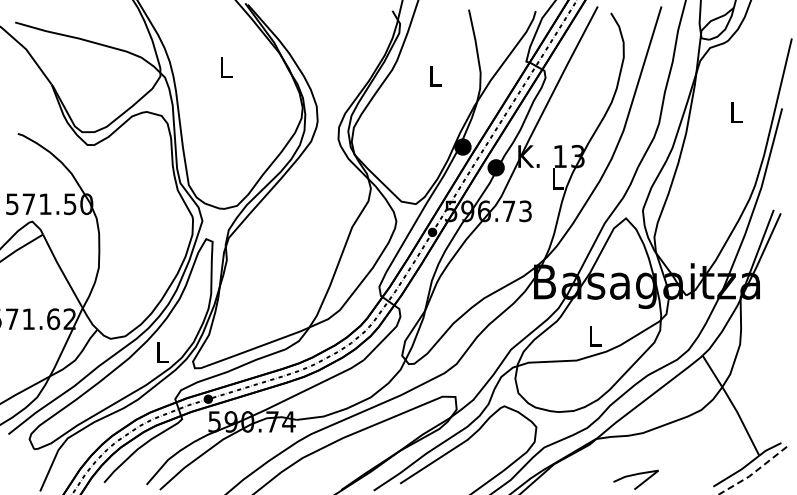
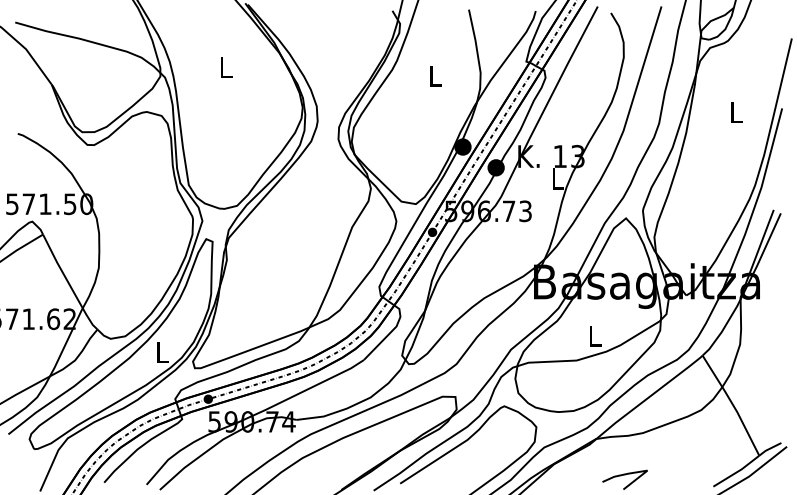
line at (753, 472): dashed -> solid
line at (635, 475) position: (635, 475) -> (624, 475)
